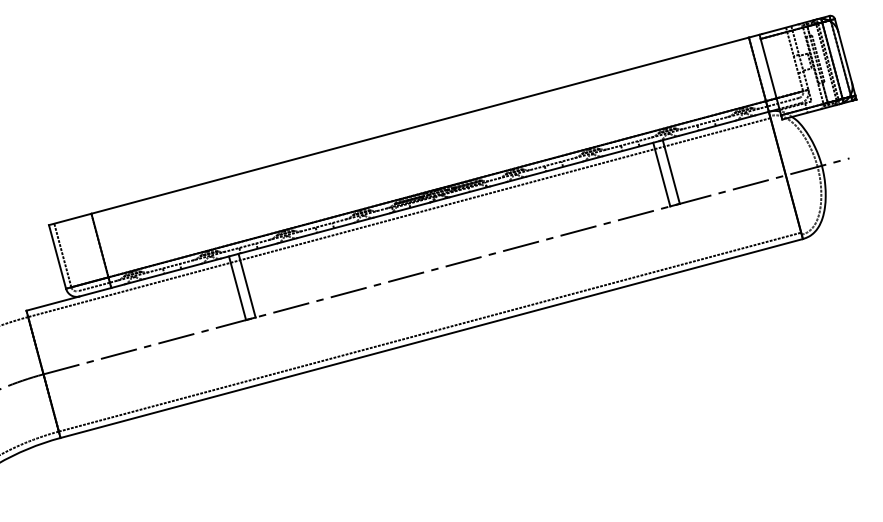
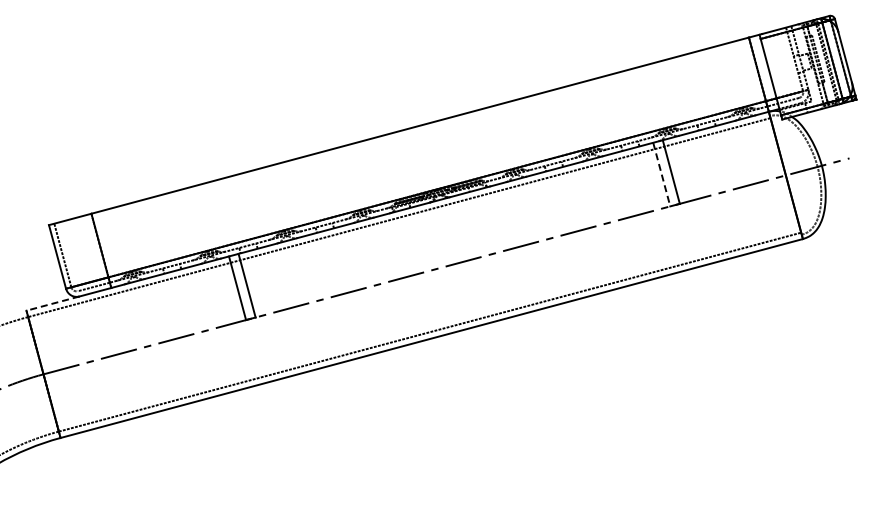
line at (661, 174): solid -> dashed
line at (52, 303): solid -> dashed
